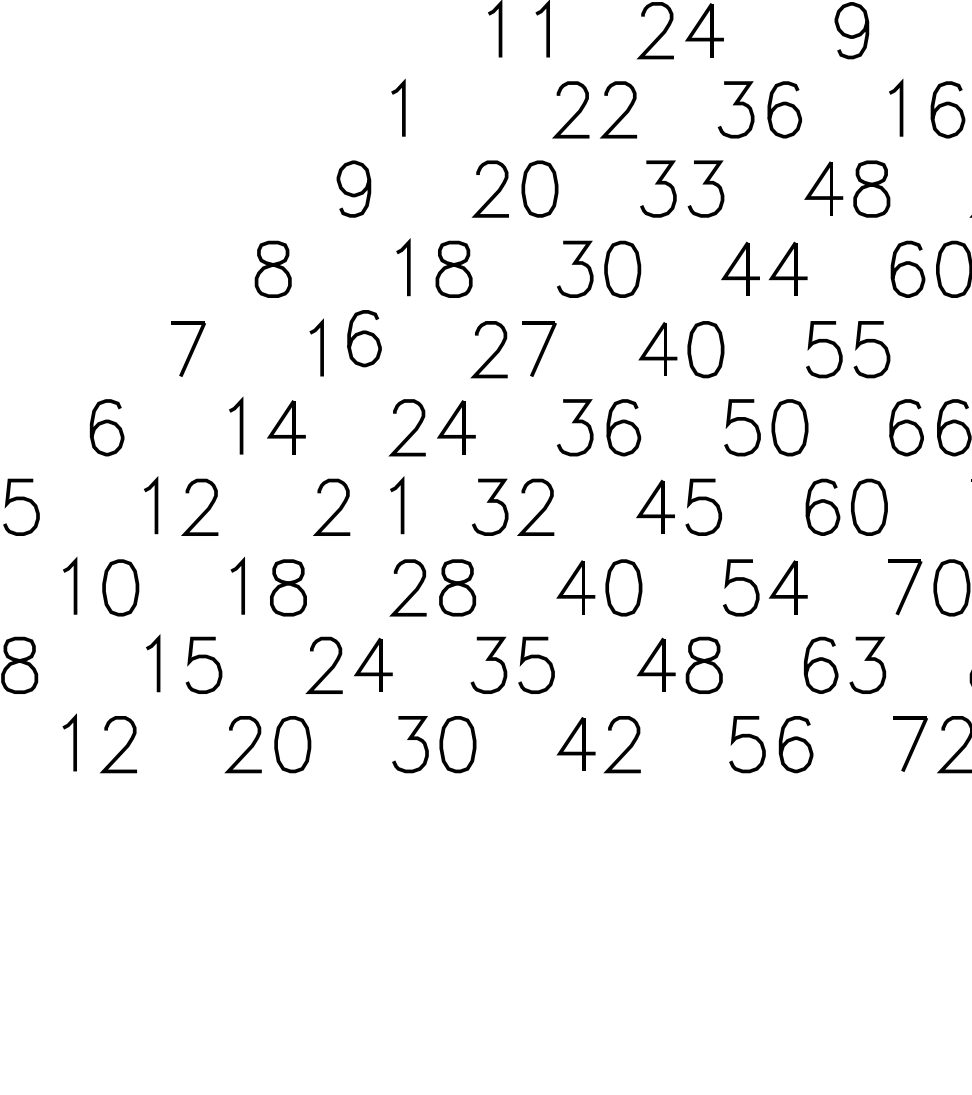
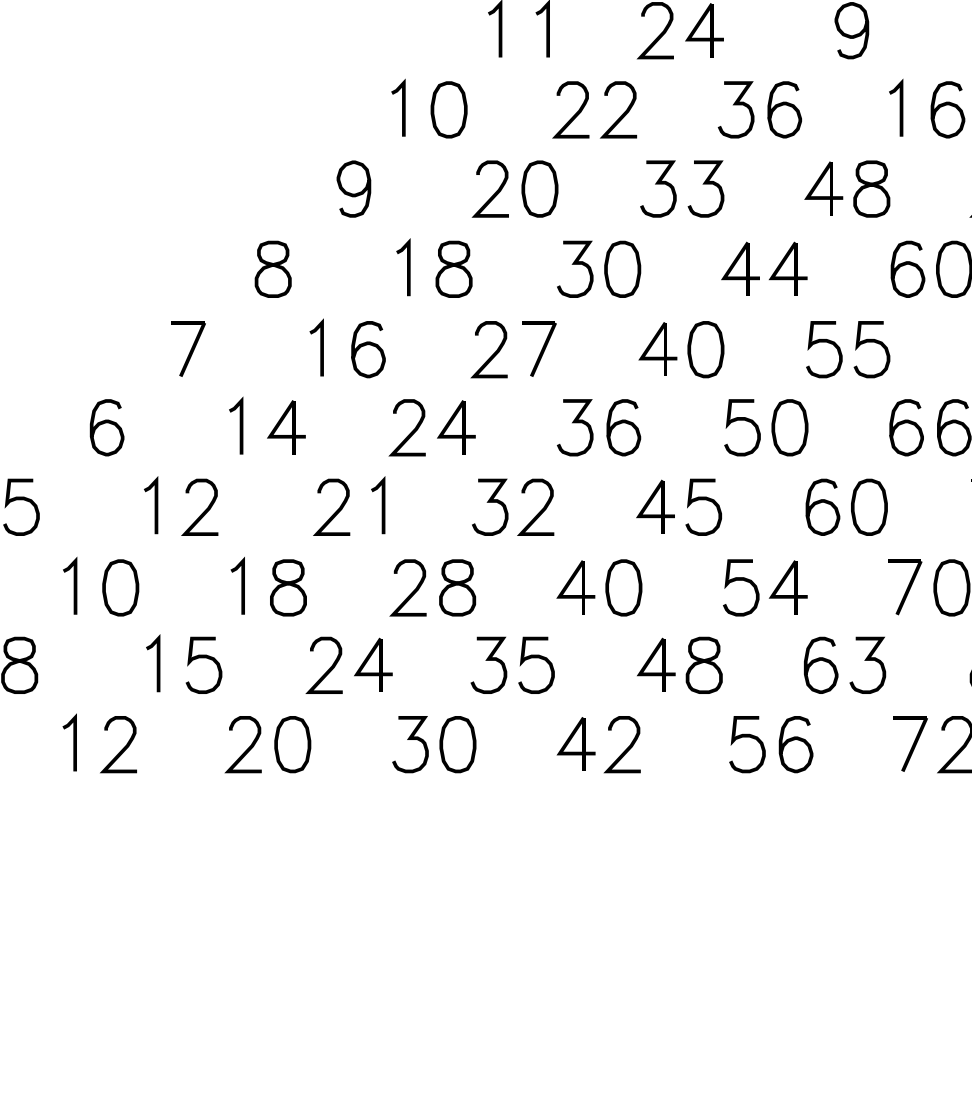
part at (448, 109): none -> present
curve at (364, 334) position: (364, 334) -> (368, 345)
line at (400, 505) position: (400, 505) -> (381, 505)
